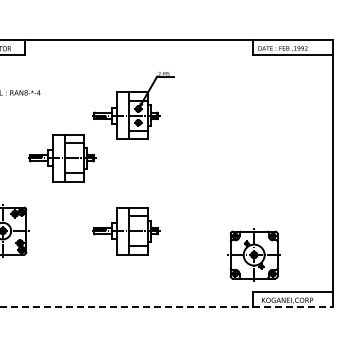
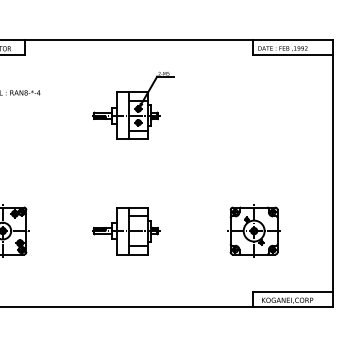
part at (62, 158): present -> none
part at (253, 254) position: (253, 254) -> (253, 230)
line at (167, 306): dashed -> solid
